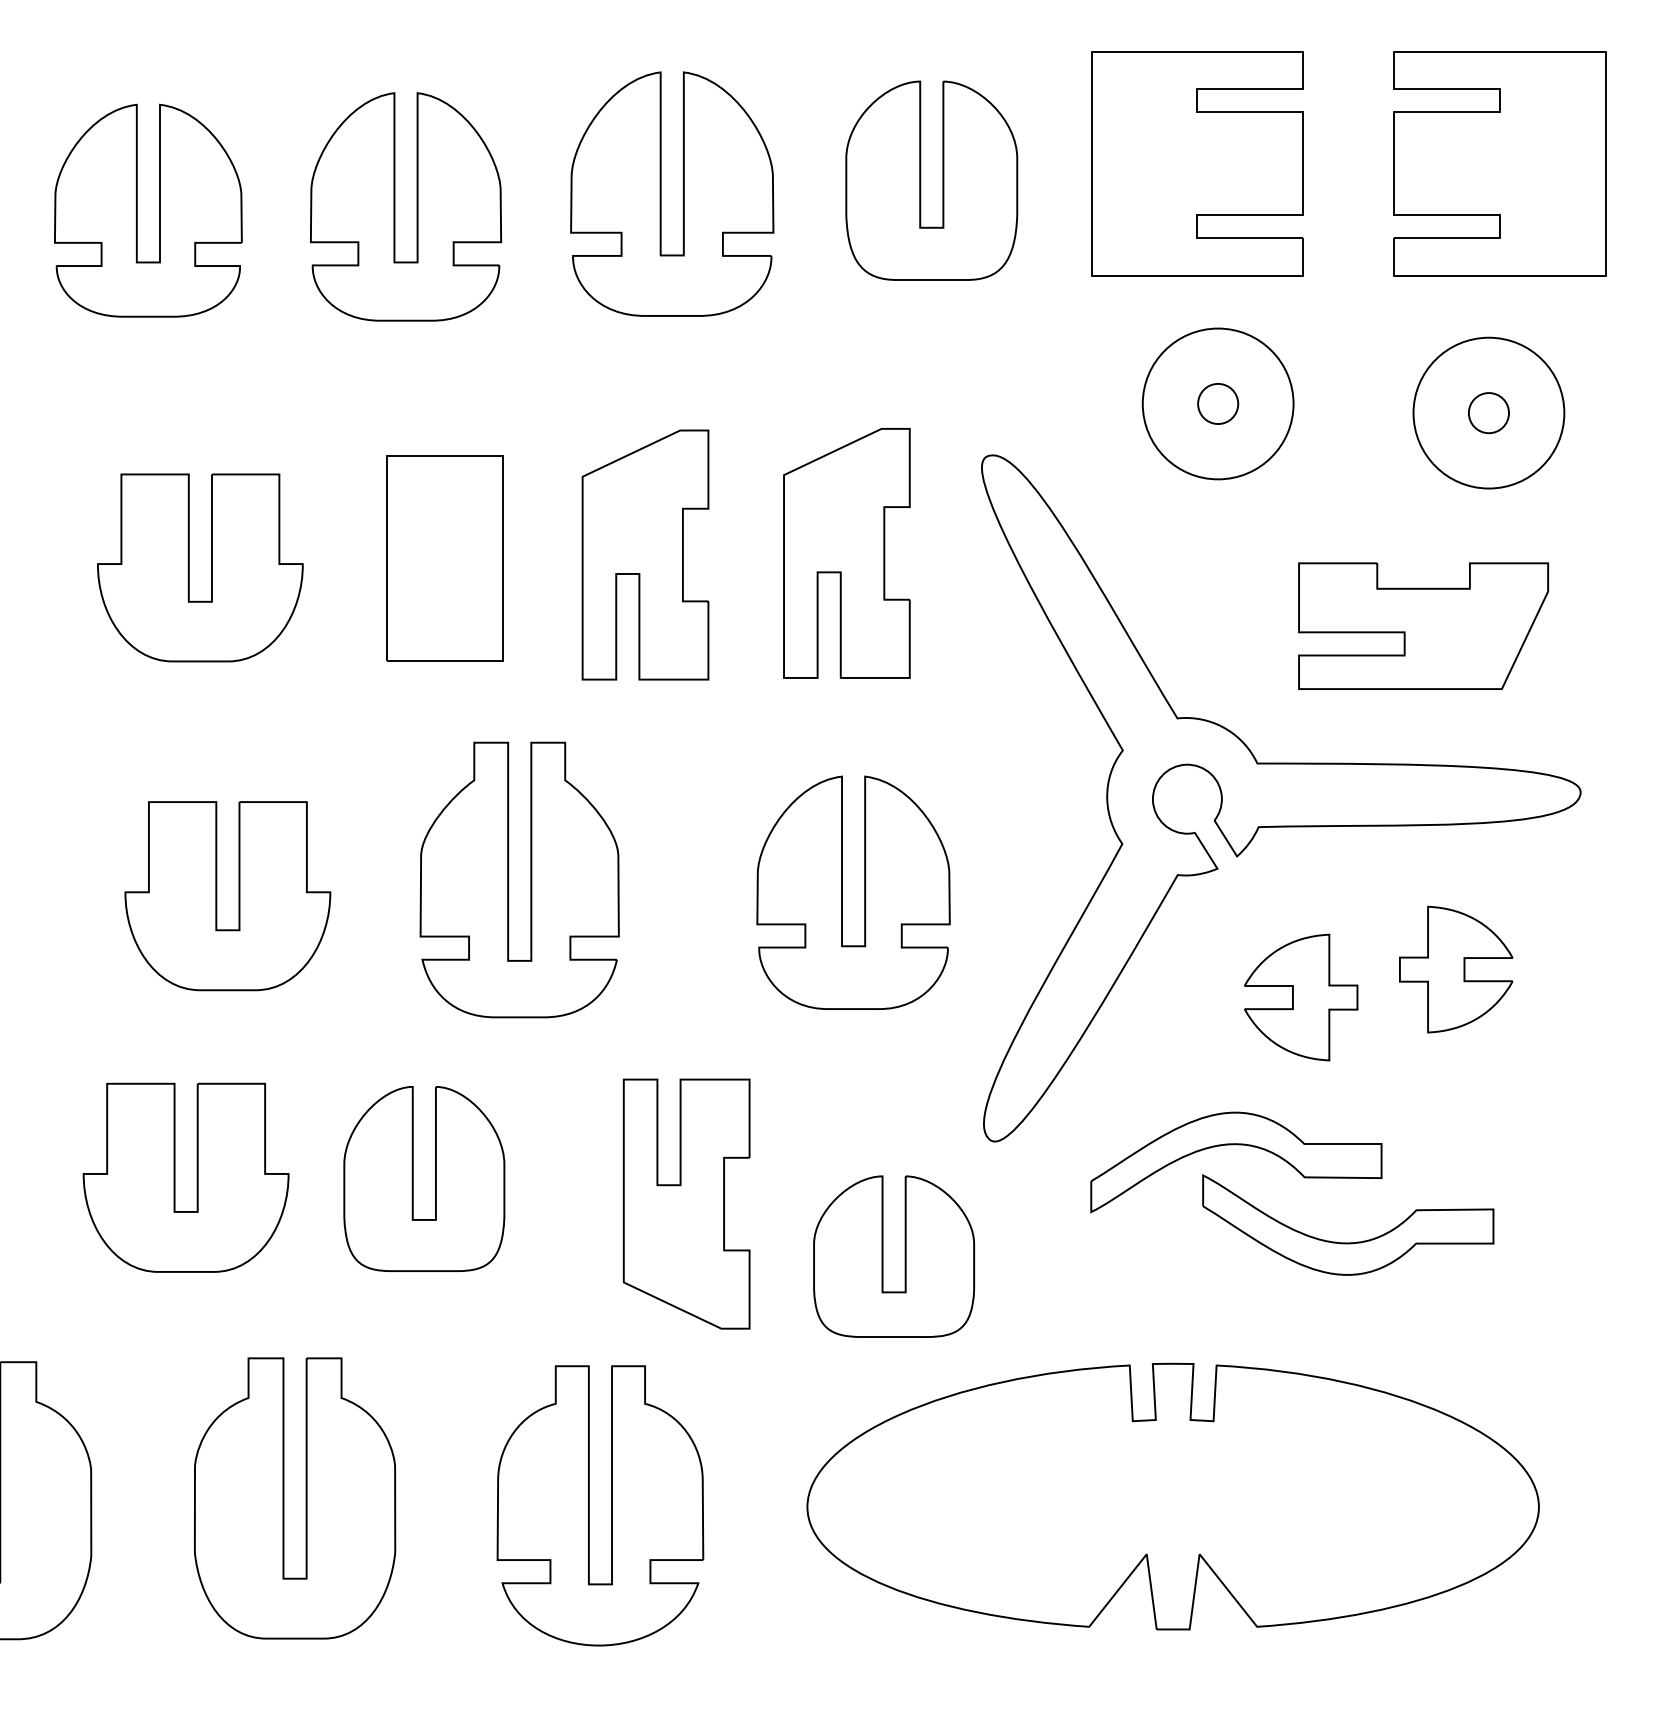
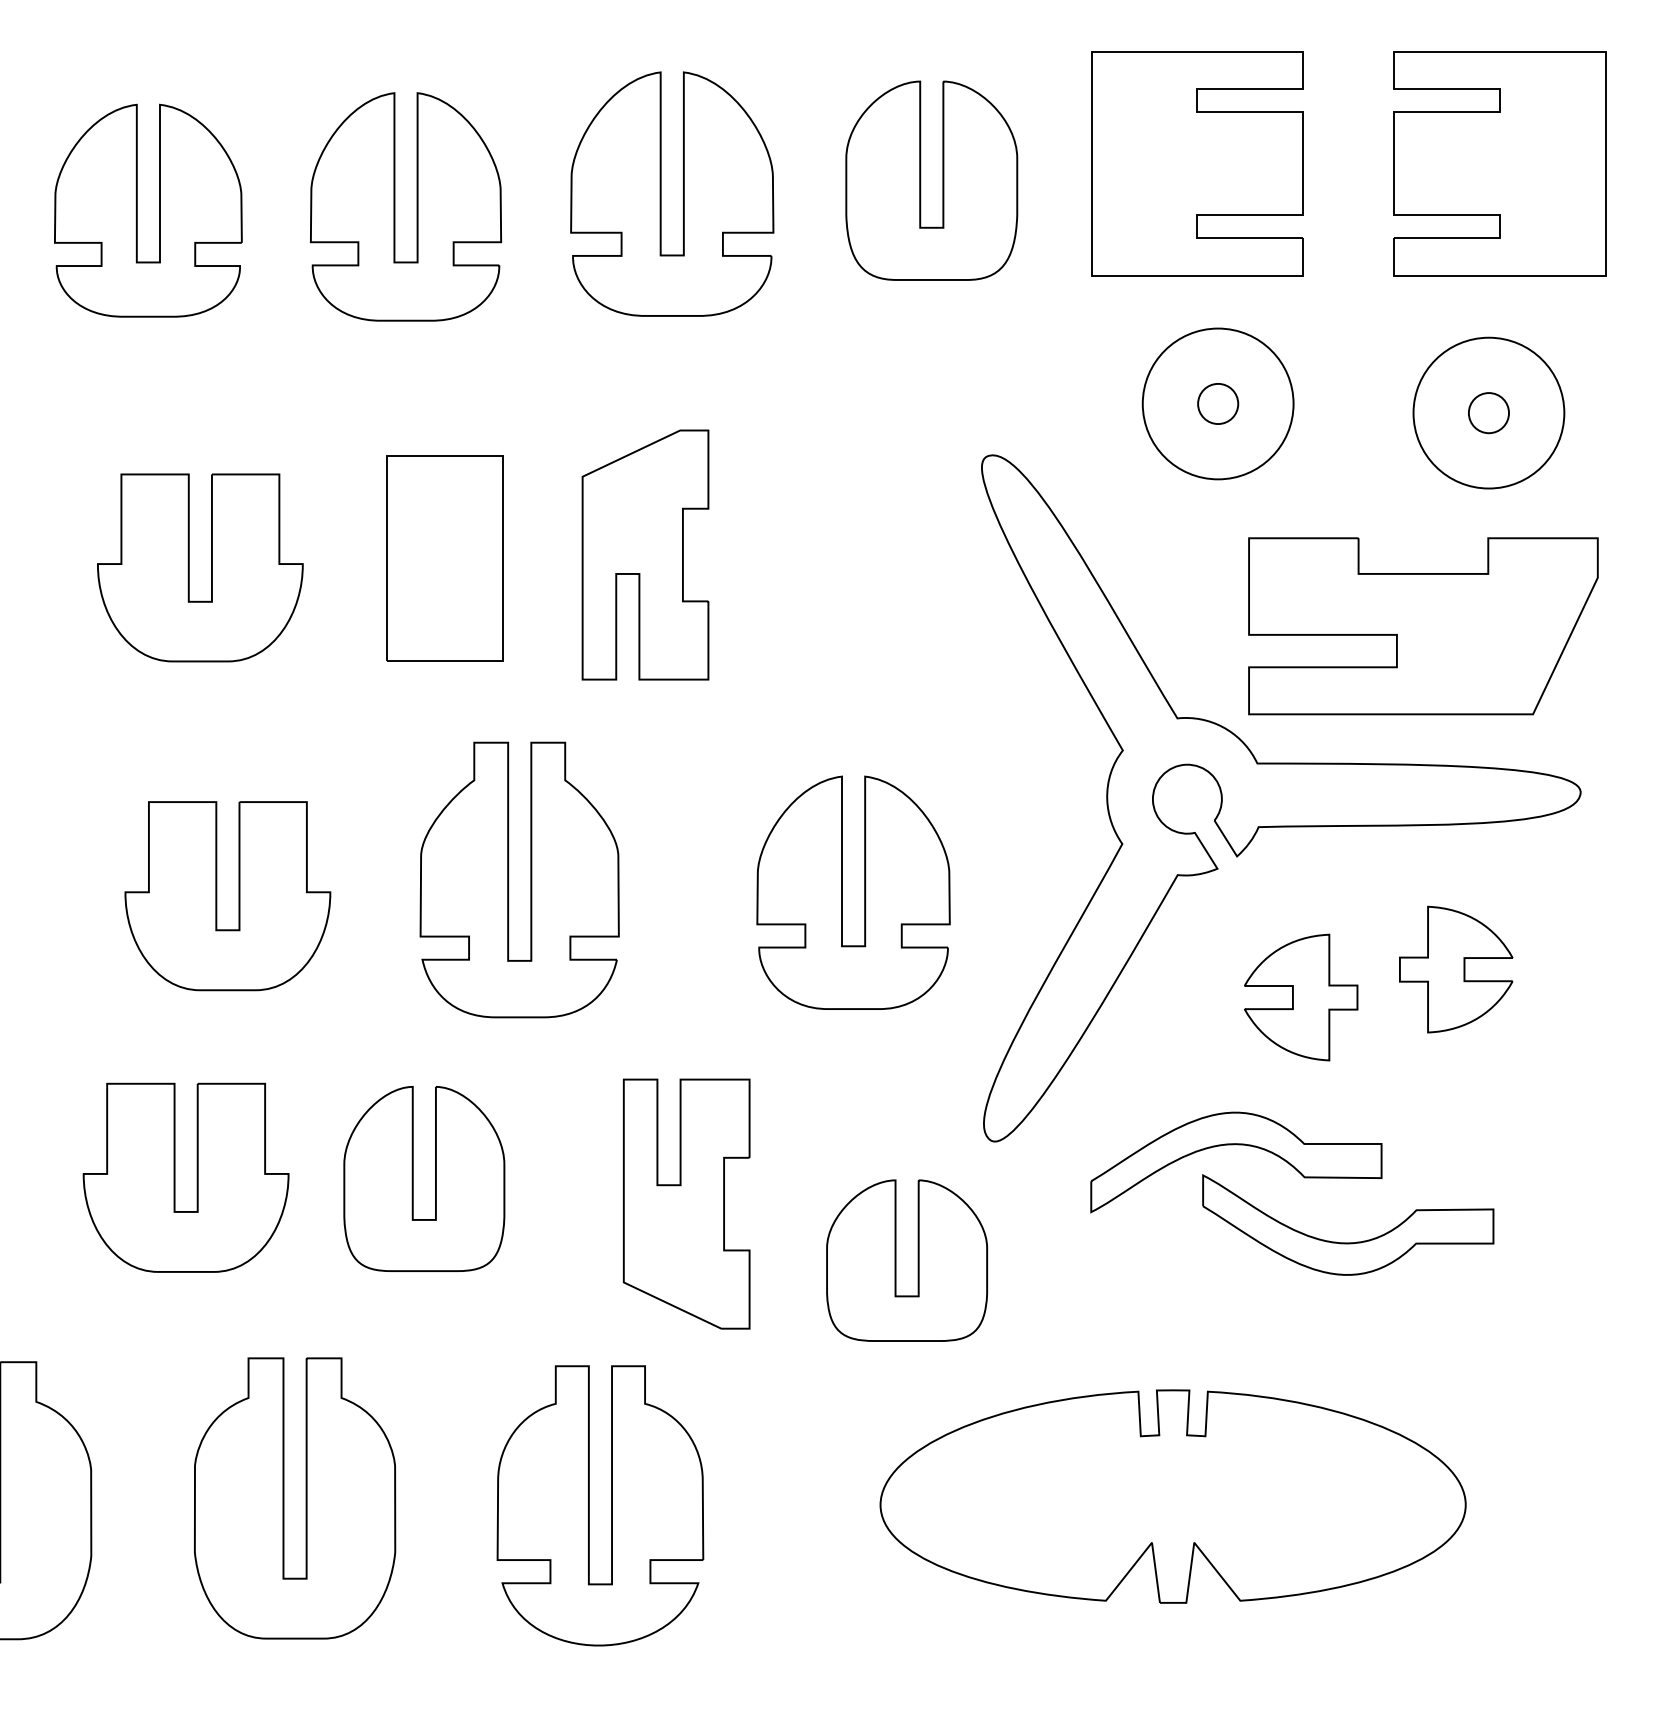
part at (846, 553): present -> none
part at (1423, 625) size: 252x128 px -> 351x179 px
part at (883, 1256) position: (883, 1256) -> (896, 1260)
part at (1172, 1496) size: 734x269 px -> 588x215 px
